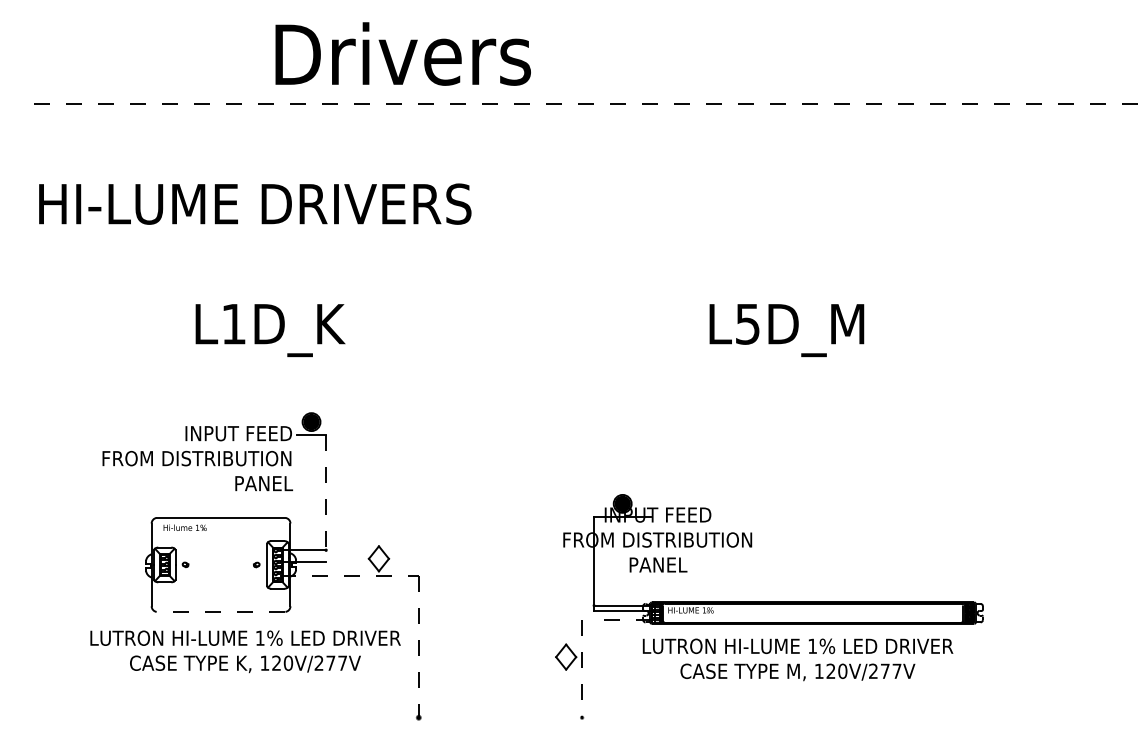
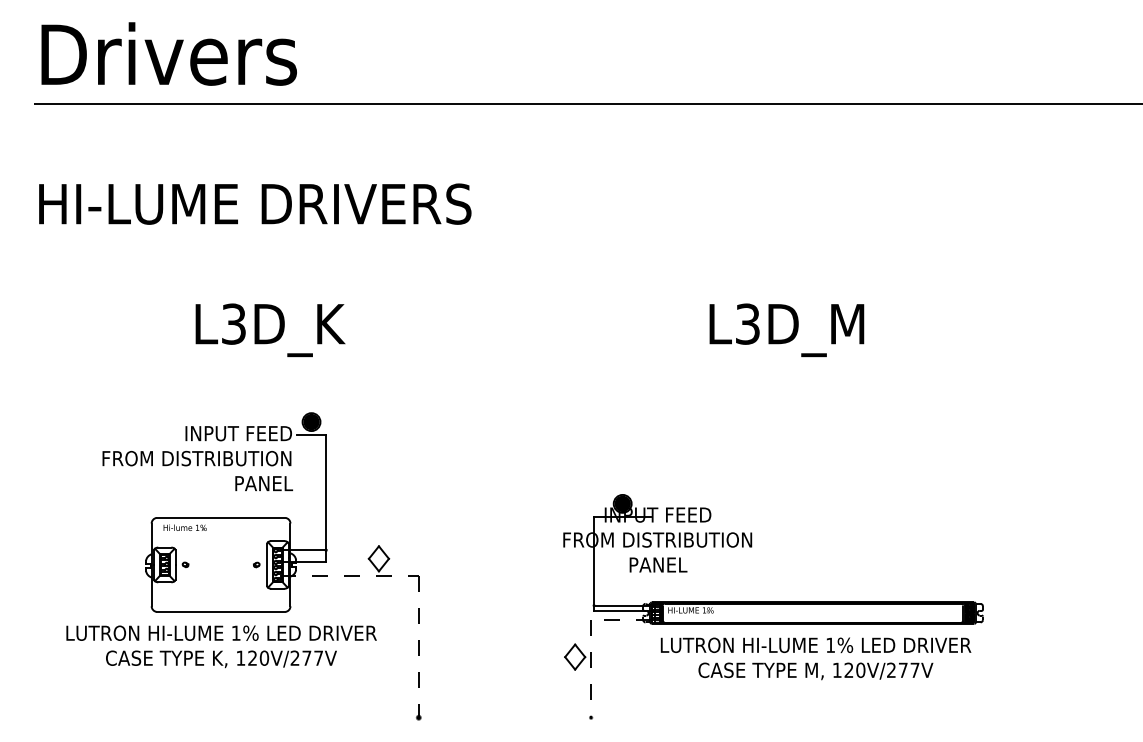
text at (402, 53) position: (402, 53) -> (168, 53)
line at (588, 104): dashed -> solid
text at (233, 323): L1D_K -> L3D_K
text at (747, 323): L5D_M -> L3D_M
line at (326, 498): dashed -> solid
line at (220, 611): dashed -> solid
text at (245, 651) position: (245, 651) -> (221, 646)
text at (797, 659) position: (797, 659) -> (815, 658)
part at (569, 669) position: (569, 669) -> (578, 669)
